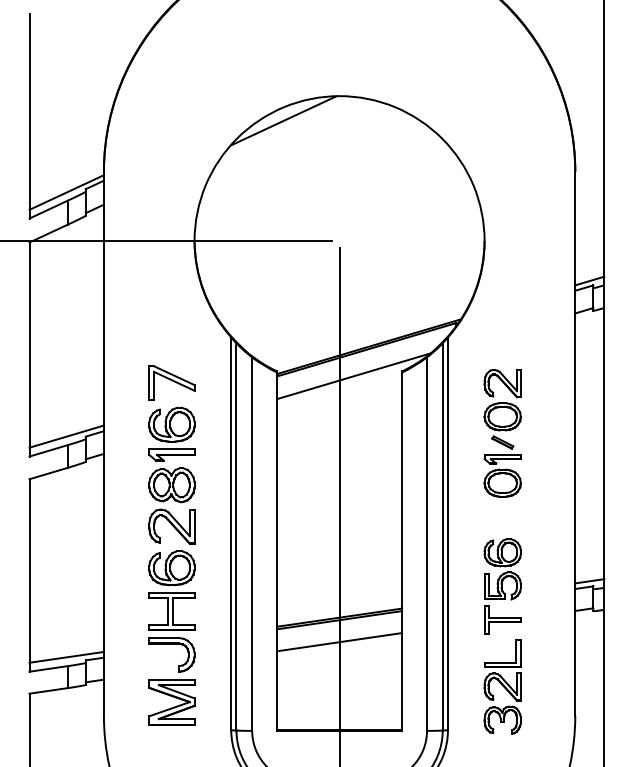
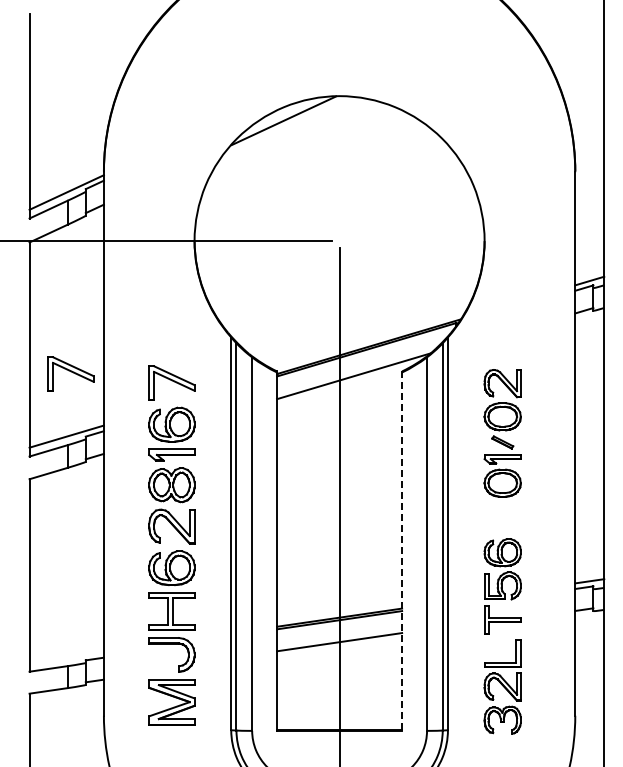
part at (70, 373): none -> present
line at (402, 551): solid -> dashed
line at (66, 656): present -> none
